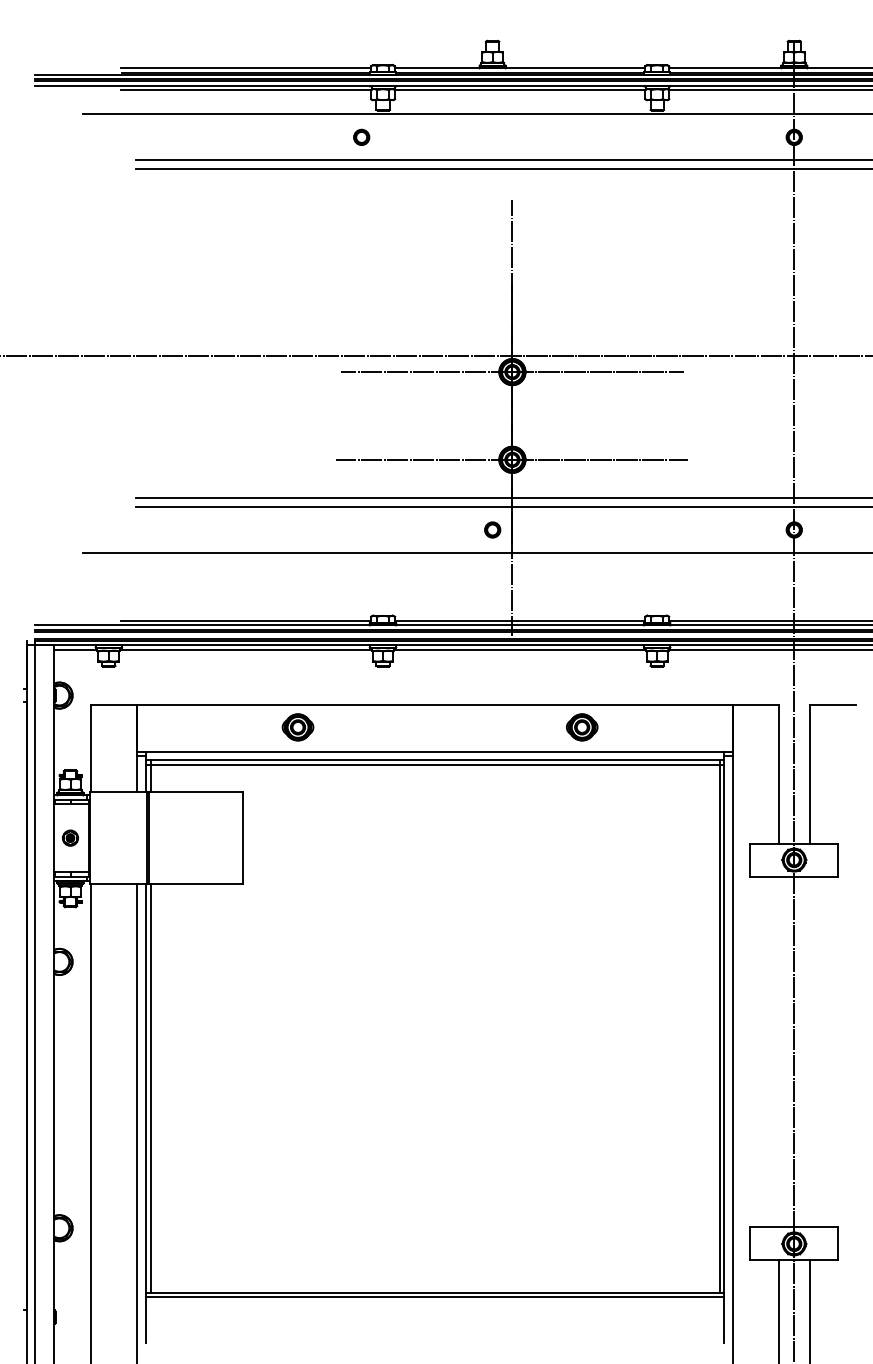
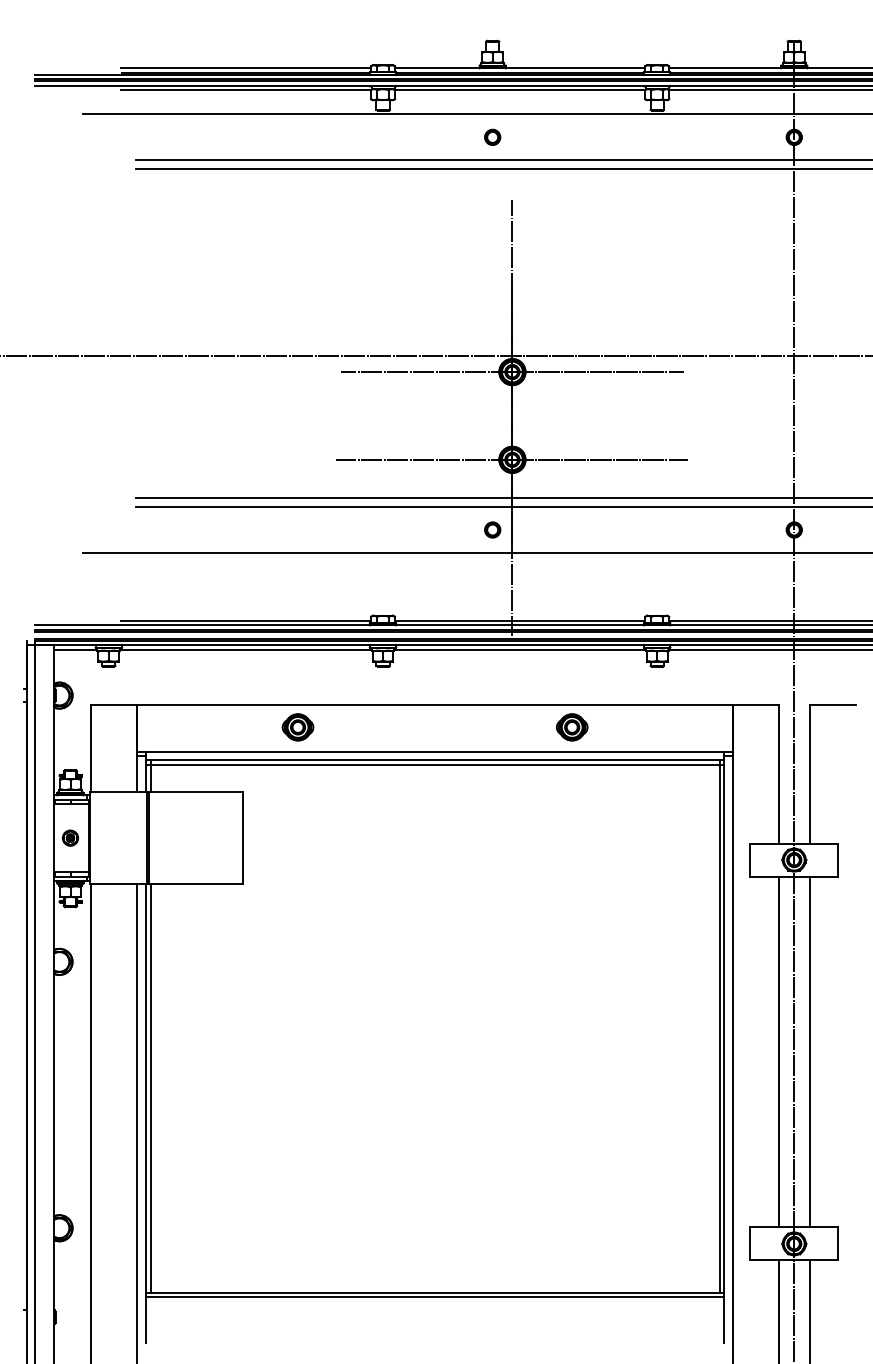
part at (361, 136) position: (361, 136) -> (492, 136)
part at (582, 727) position: (582, 727) -> (572, 727)
line at (778, 1051): none -> present
line at (809, 1051): none -> present
